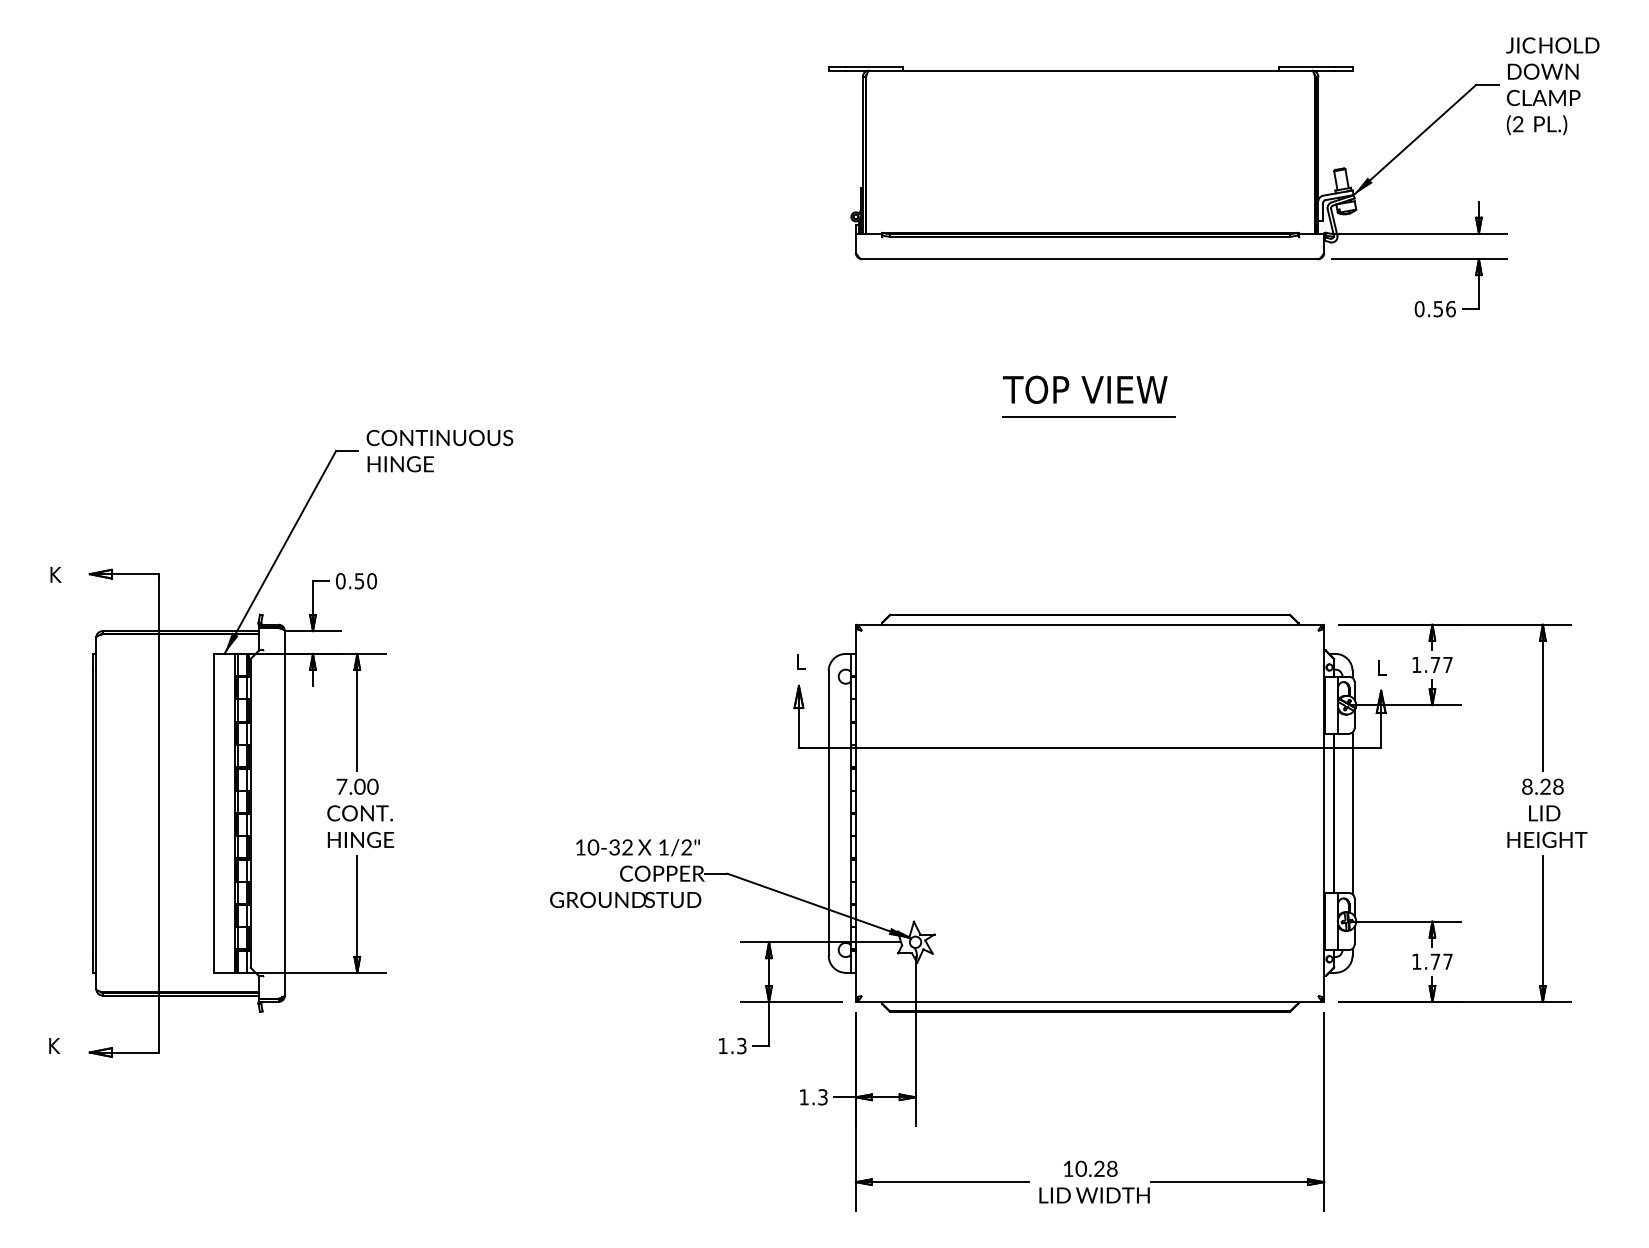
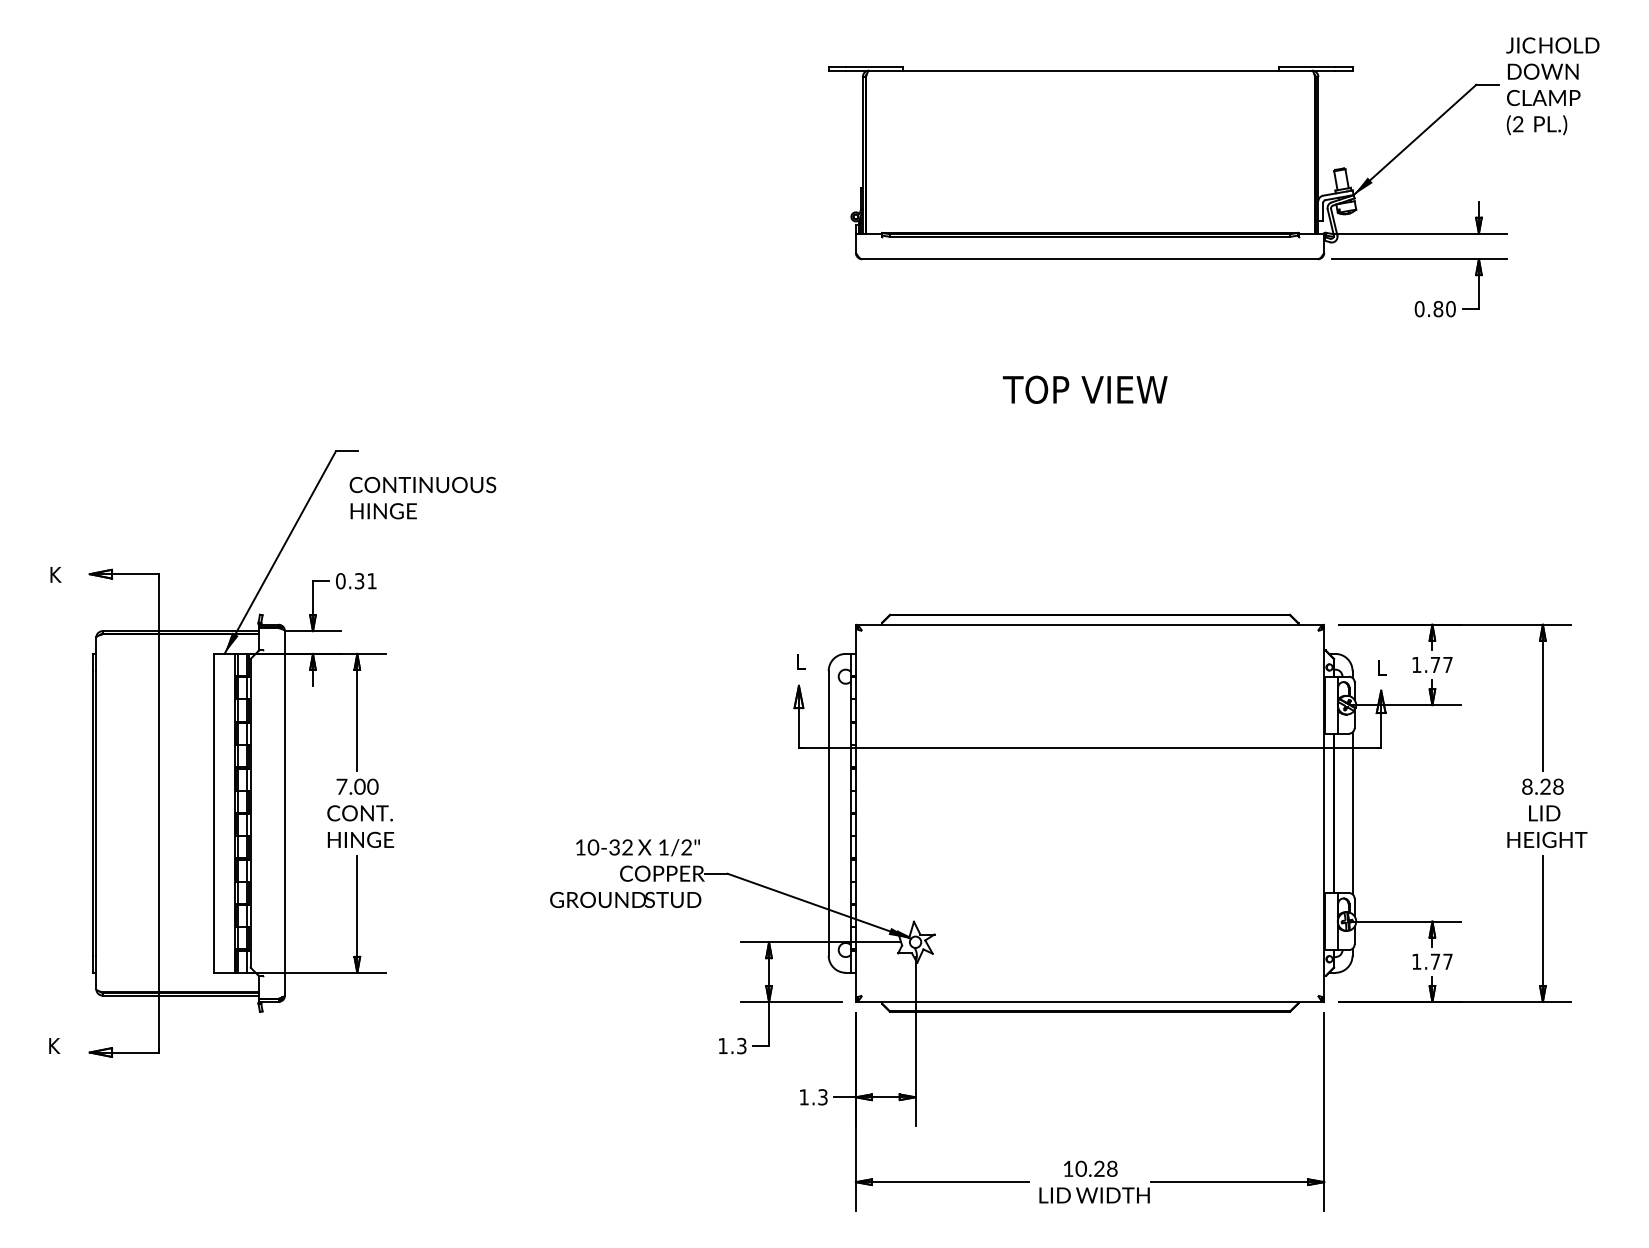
text at (1444, 308): 0.56 -> 0.80
line at (1088, 416): present -> none
text at (439, 450) position: (439, 450) -> (422, 497)
text at (365, 581): 0.50 -> 0.31
